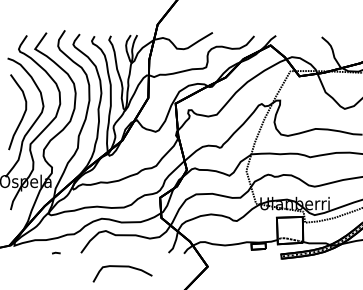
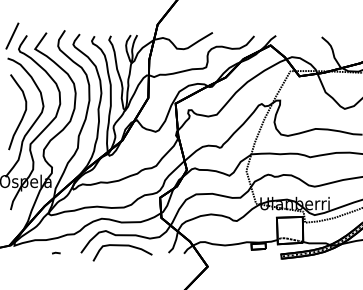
line at (12, 35): none -> present
curve at (122, 267) position: (122, 267) -> (122, 246)
